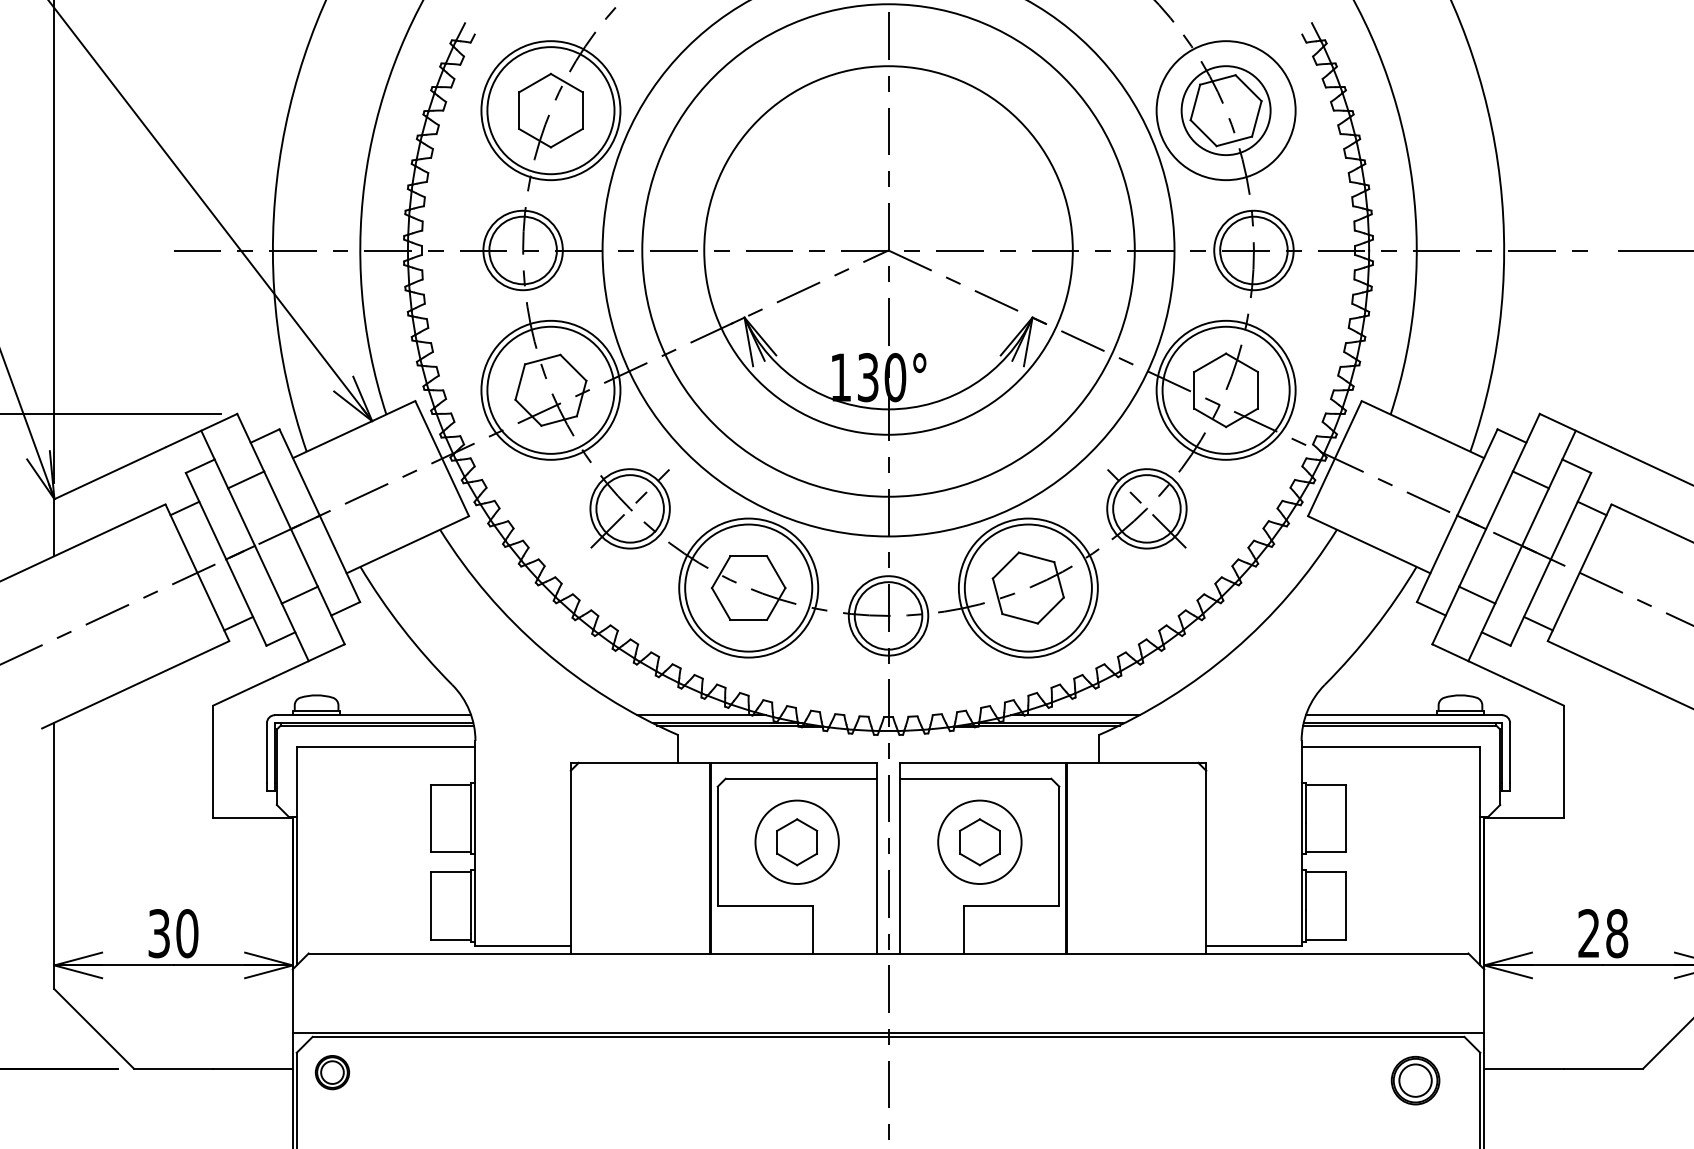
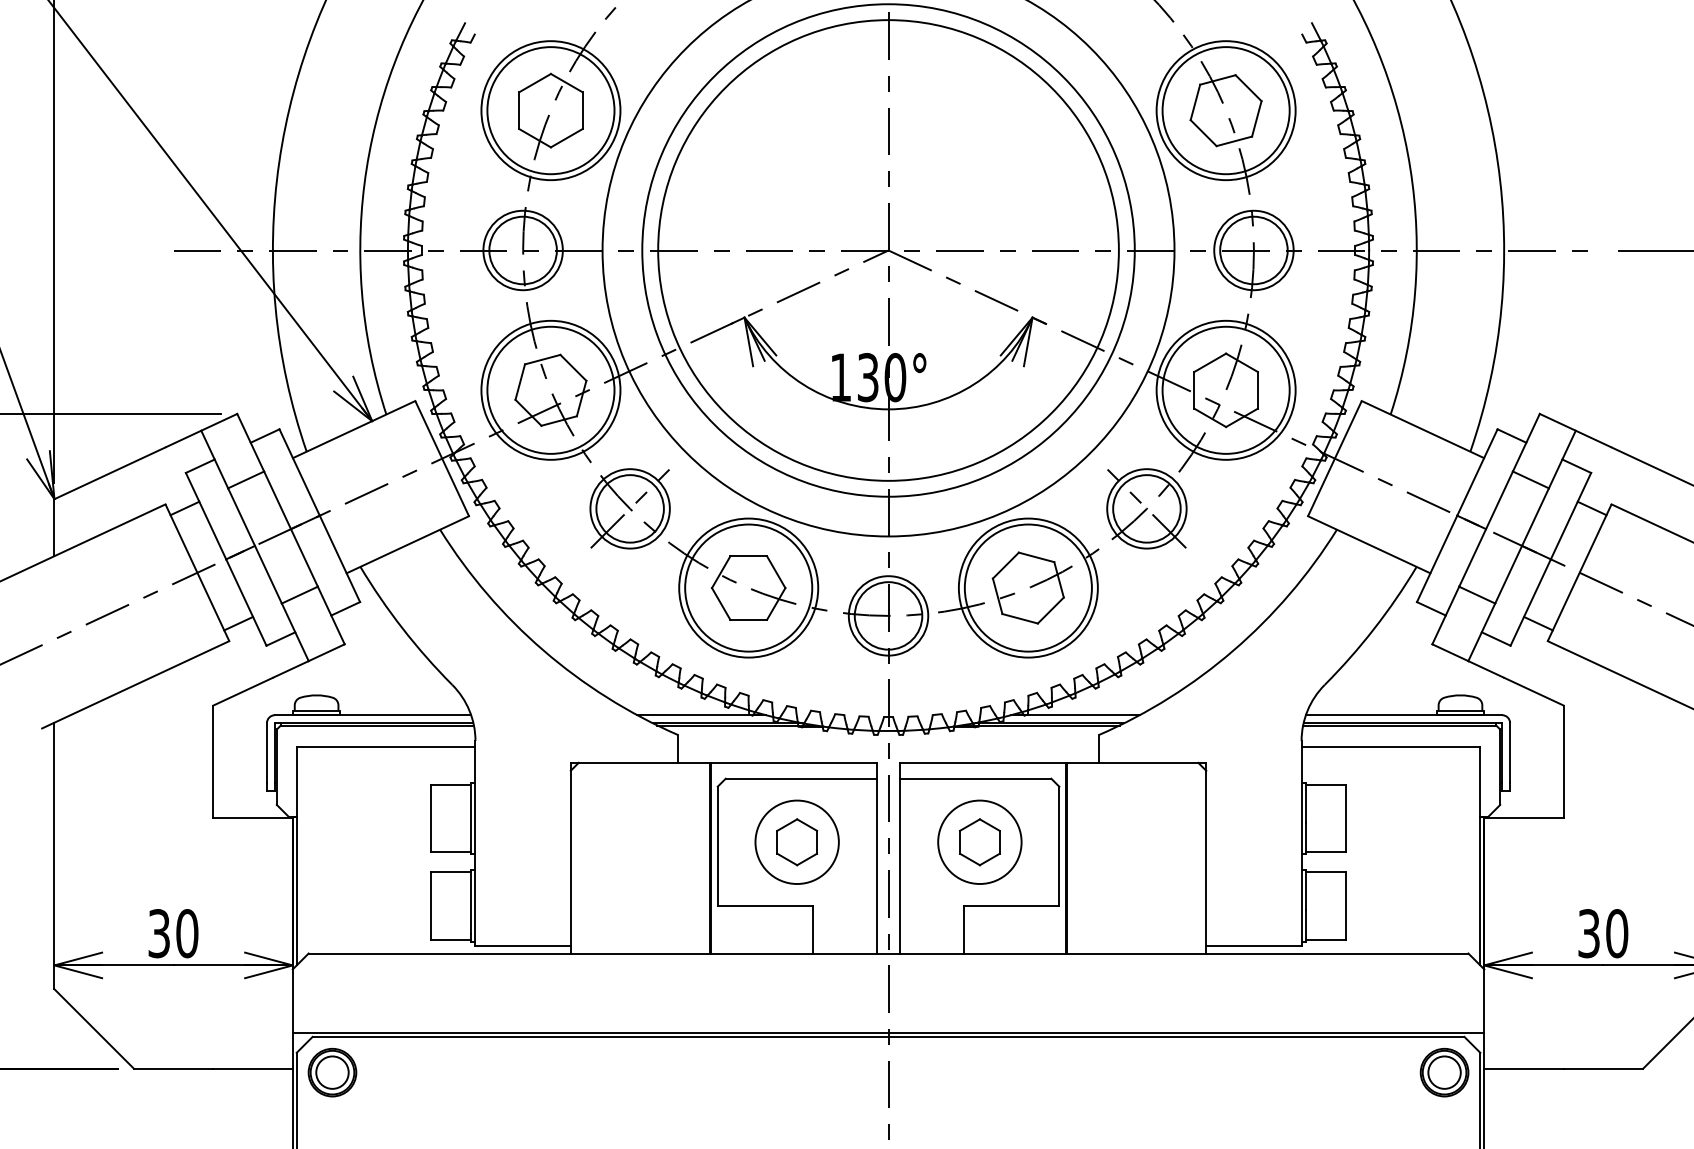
circle at (1225, 110) diameter: 89 px -> 127 px
circle at (888, 250) diameter: 369 px -> 461 px
text at (1603, 933): 28 -> 30
part at (332, 1072) size: 37x36 px -> 51x51 px
part at (1415, 1080) position: (1415, 1080) -> (1444, 1072)
